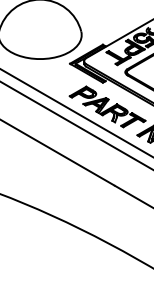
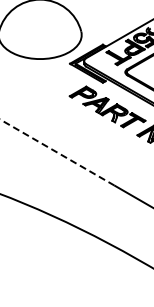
line at (76, 112): present -> none
line at (76, 125): present -> none
line at (57, 152): solid -> dashed
